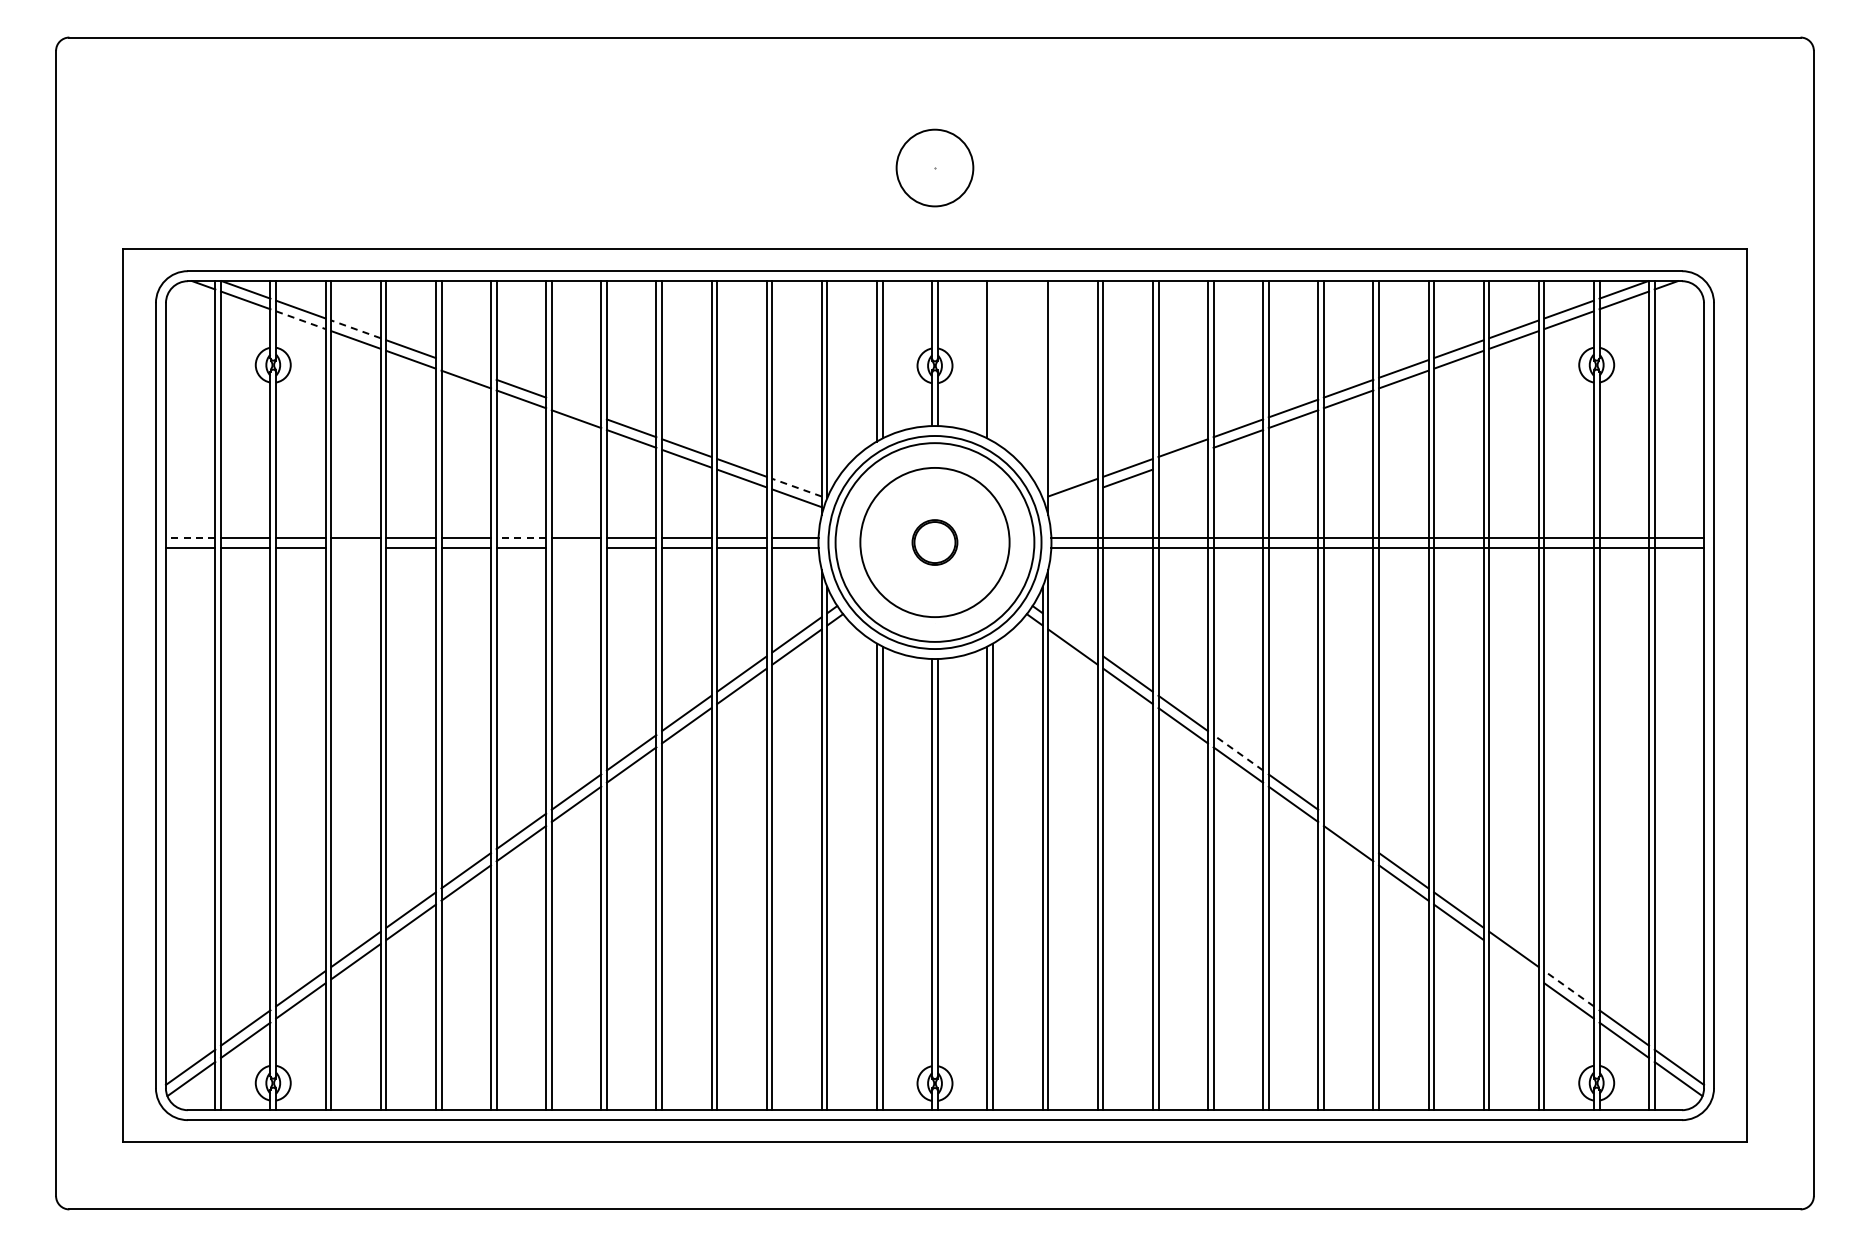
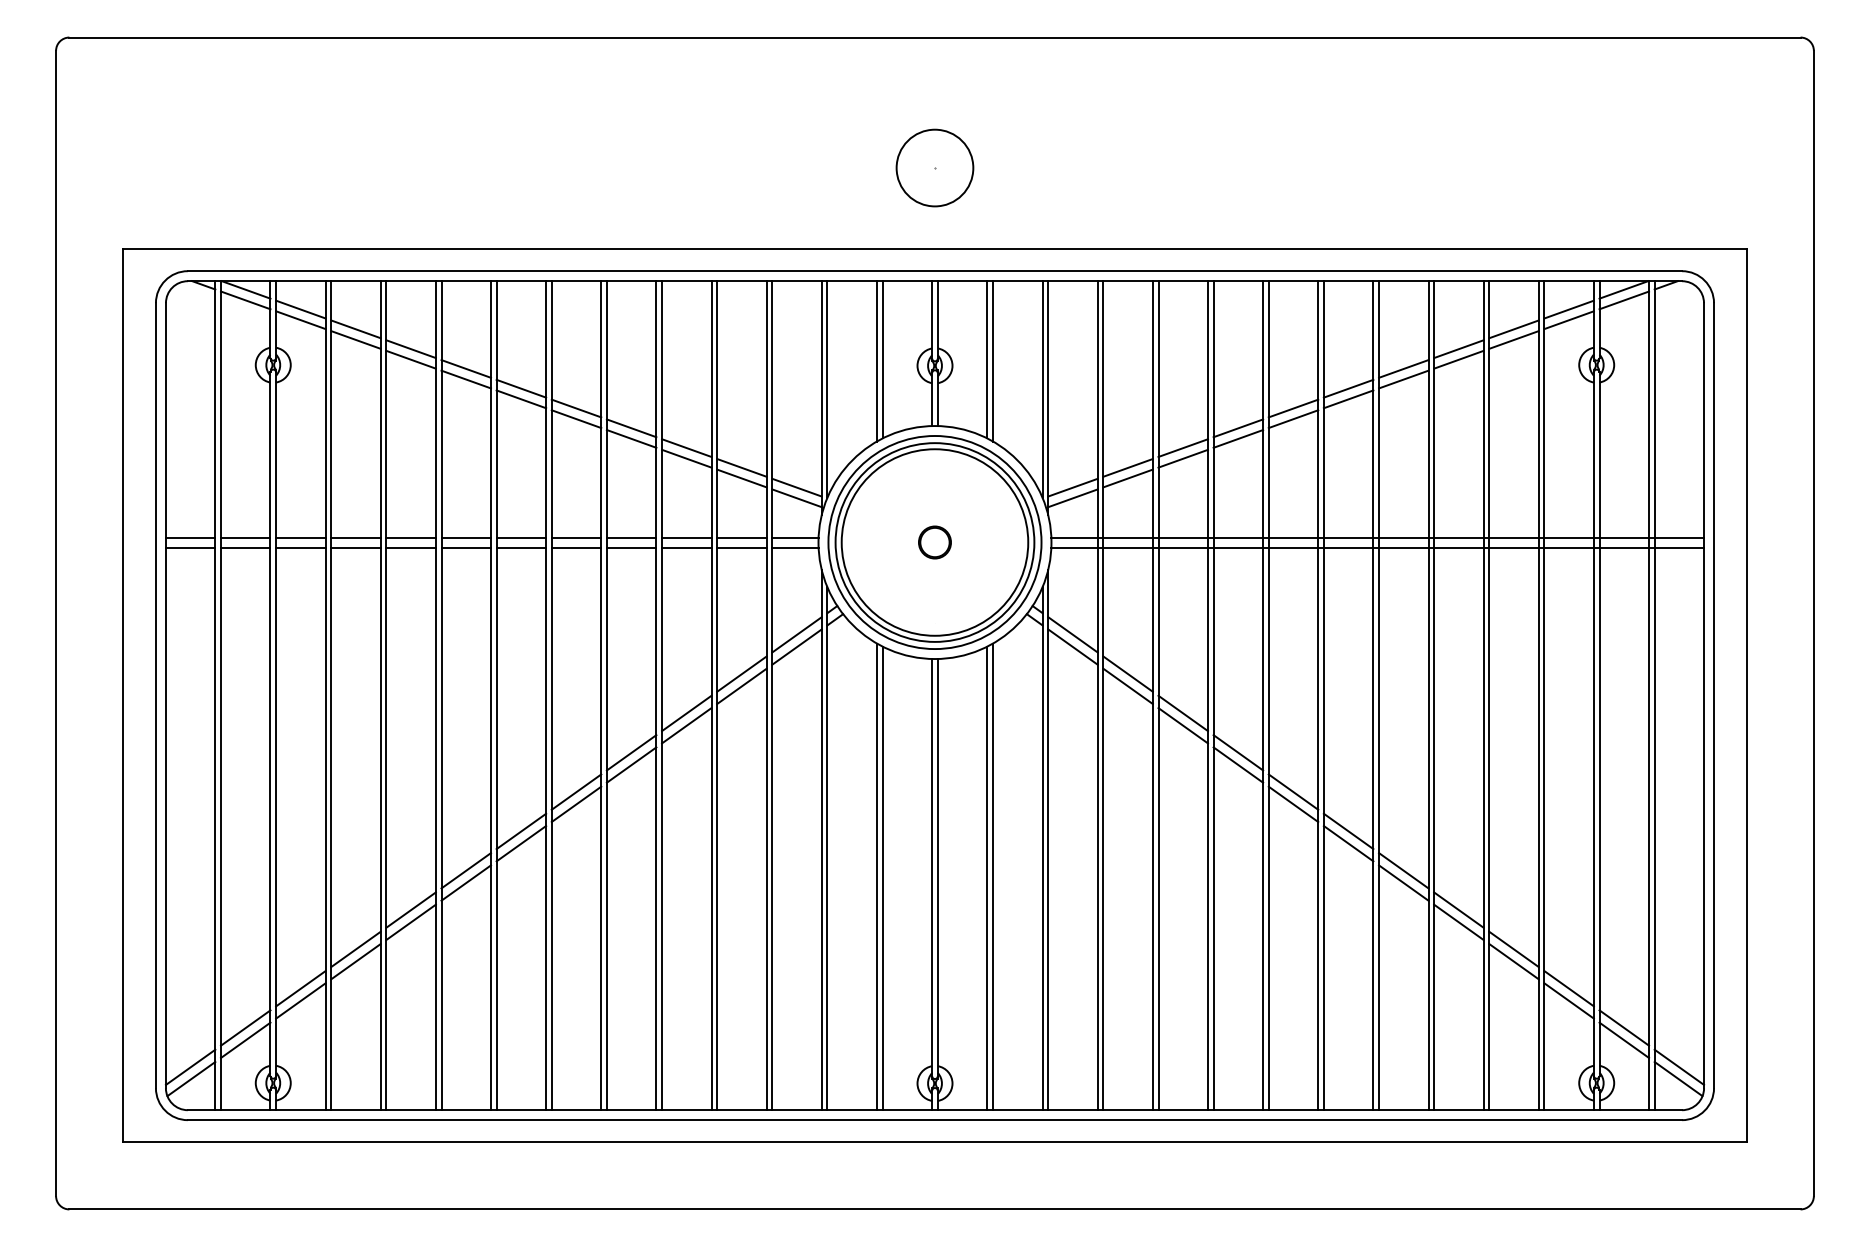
line at (301, 320): dashed -> solid
line at (355, 329): dashed -> solid
line at (993, 361): none -> present
line at (466, 368): none -> present
line at (1042, 389): none -> present
line at (576, 408): none -> present
line at (1182, 458): none -> present
line at (796, 487): dashed -> solid
line at (1072, 498): none -> present
line at (190, 537): dashed -> solid
line at (521, 537): dashed -> solid
circle at (934, 542) diameter: 149 px -> 187 px
circle at (934, 542) size: 48x47 px -> 34x35 px
line at (355, 547): none -> present
line at (576, 547): none -> present
line at (1072, 634): none -> present
line at (1237, 752): dashed -> solid
line at (1348, 831): none -> present
line at (1513, 961): none -> present
line at (1568, 988): dashed -> solid
